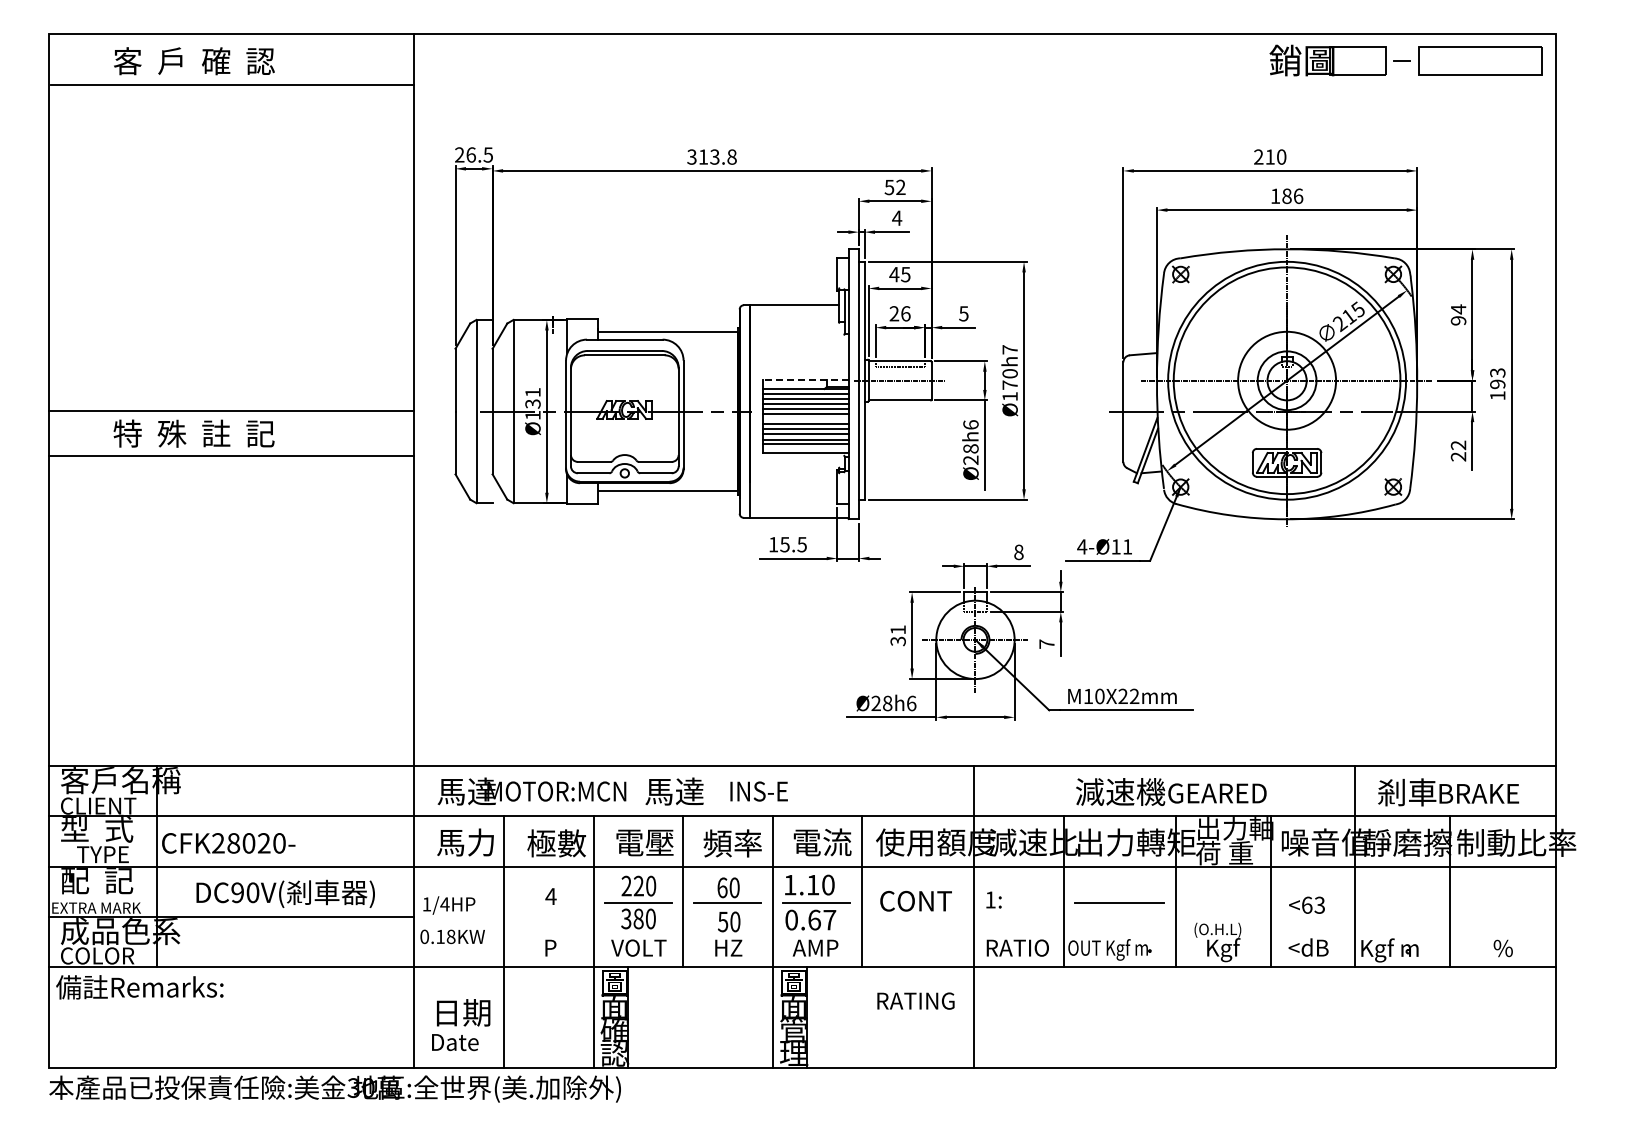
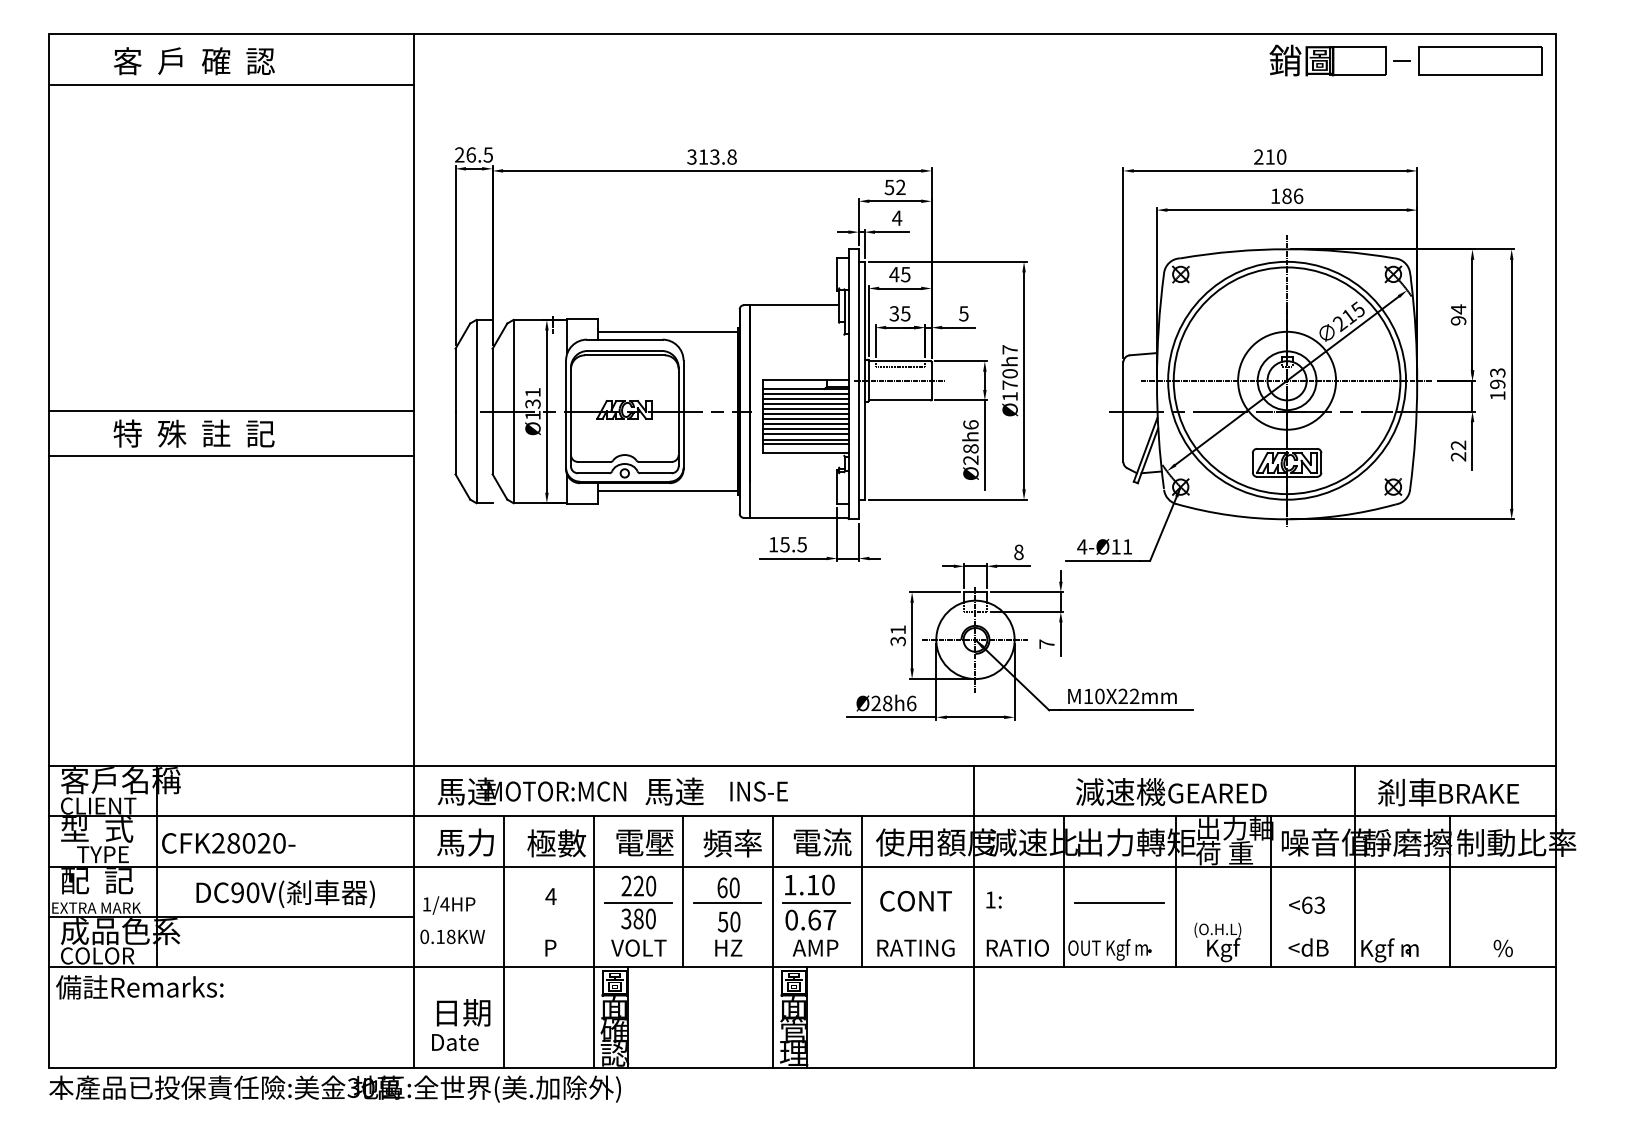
text at (899, 313): 26 -> 35
line at (805, 380): dashed -> solid
line at (805, 419): none -> present
text at (915, 1000) position: (915, 1000) -> (915, 947)
